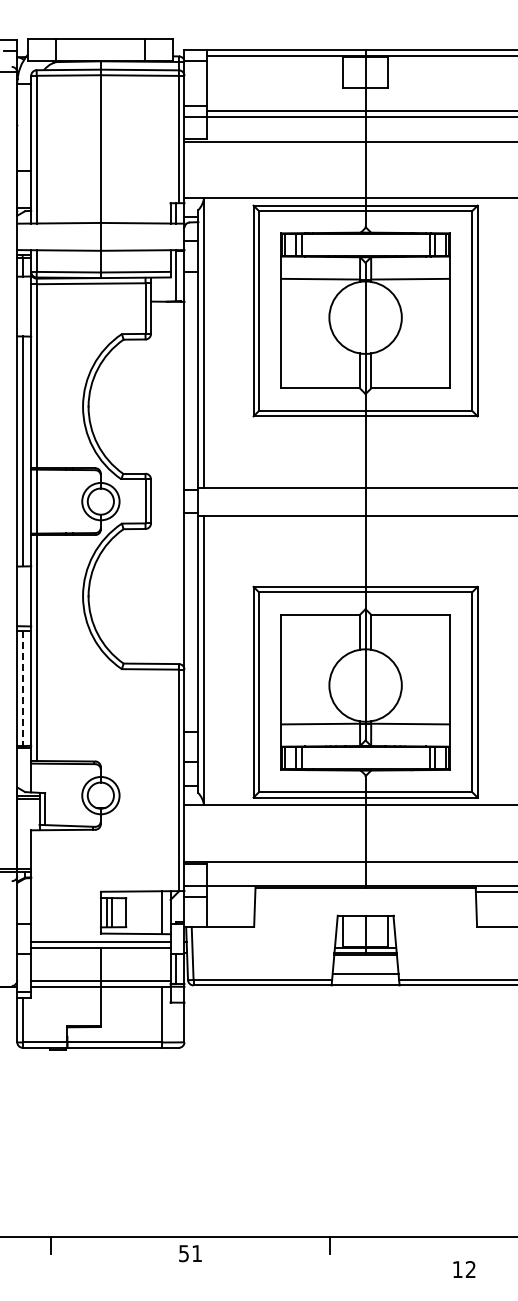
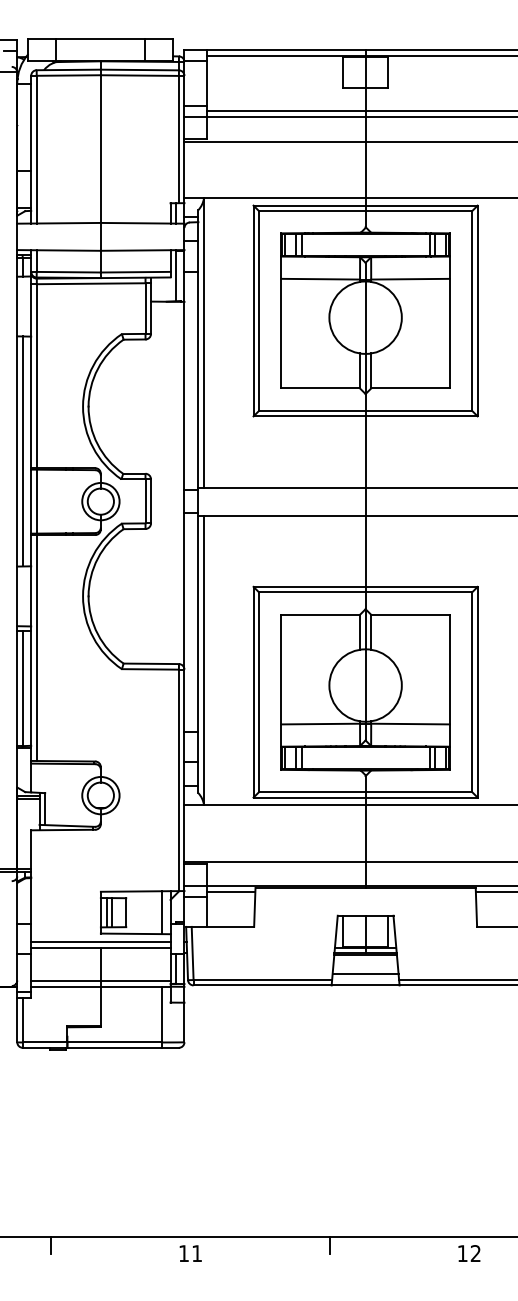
line at (22, 689): dashed -> solid
line at (230, 891): none -> present
text at (183, 1253): 51 -> 11
text at (464, 1269) position: (464, 1269) -> (469, 1253)
